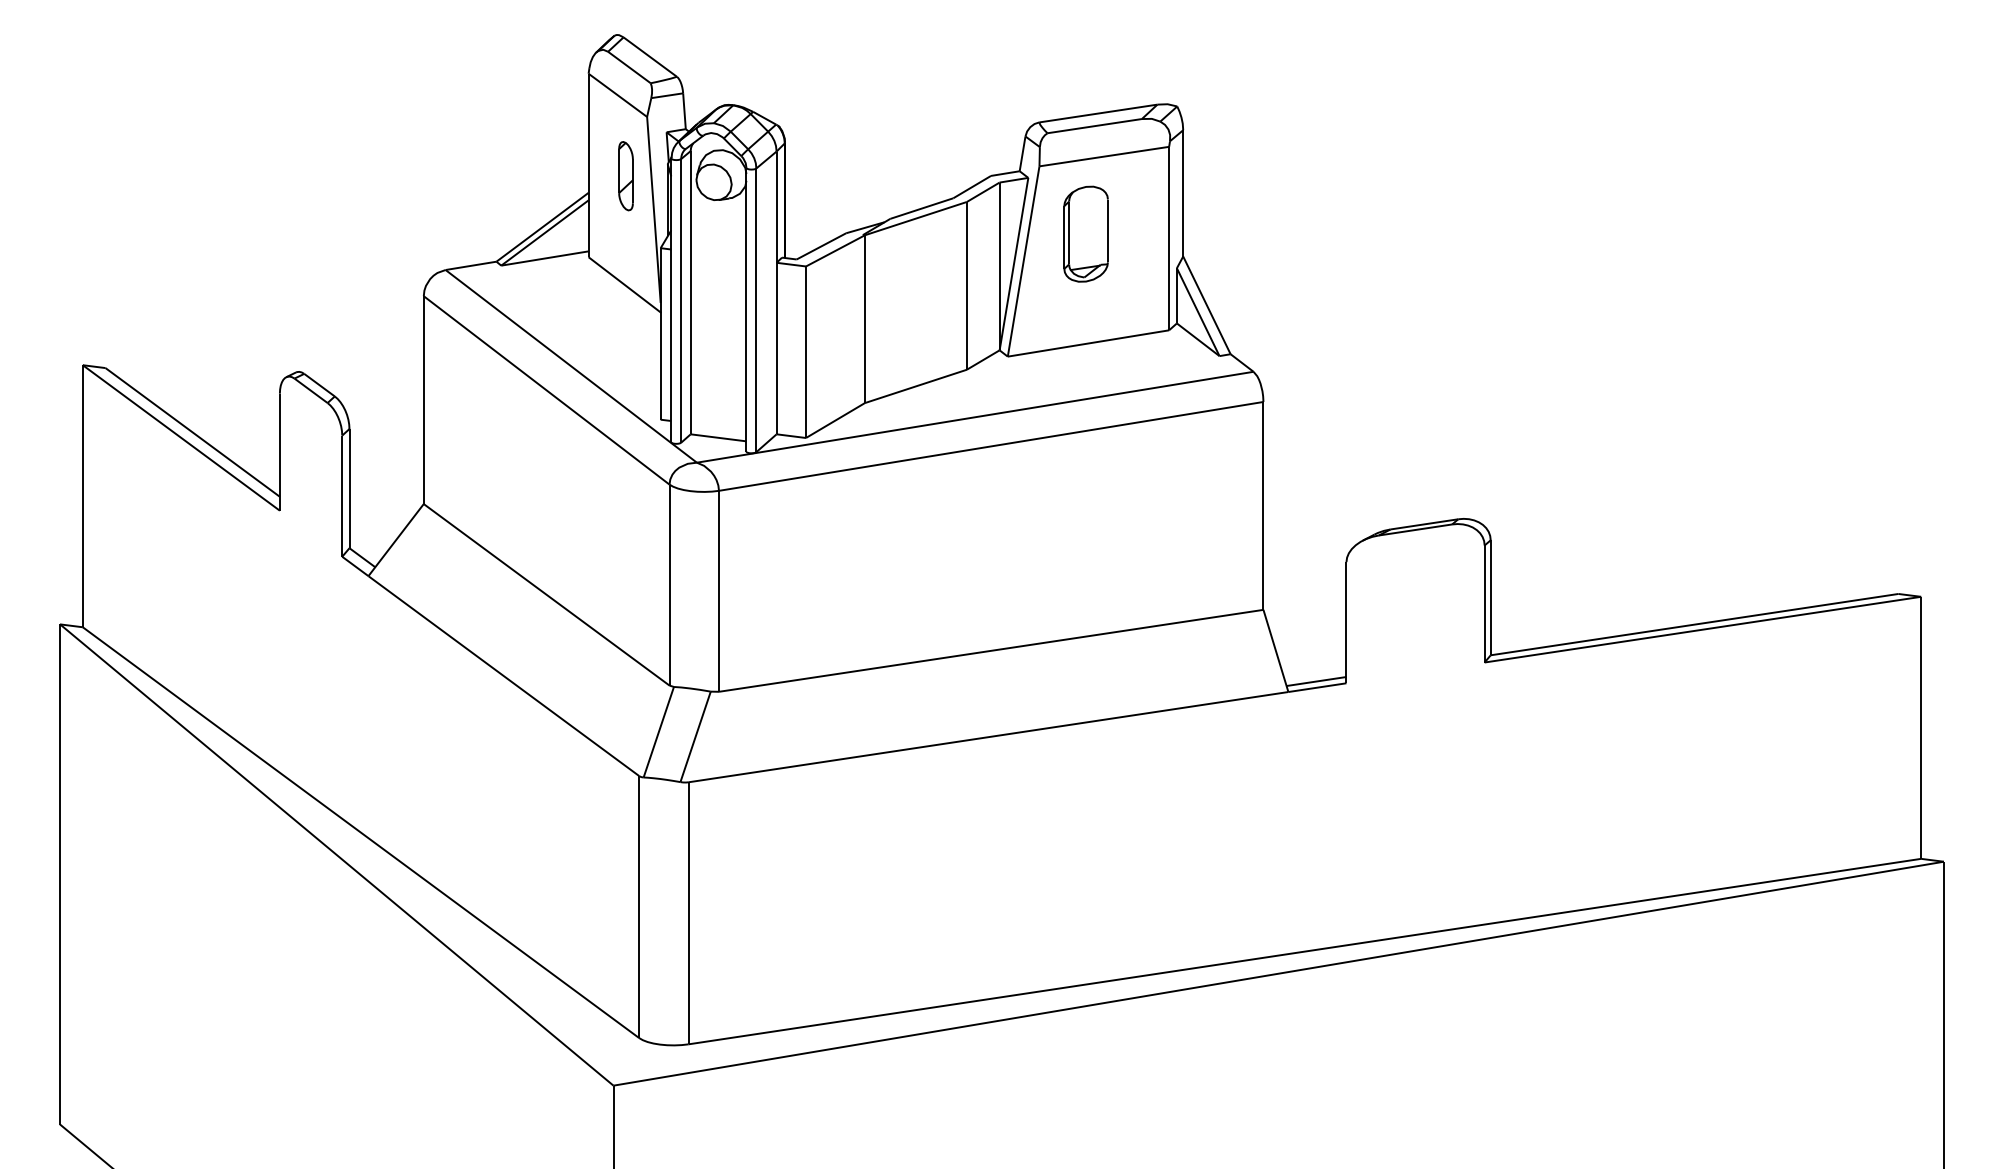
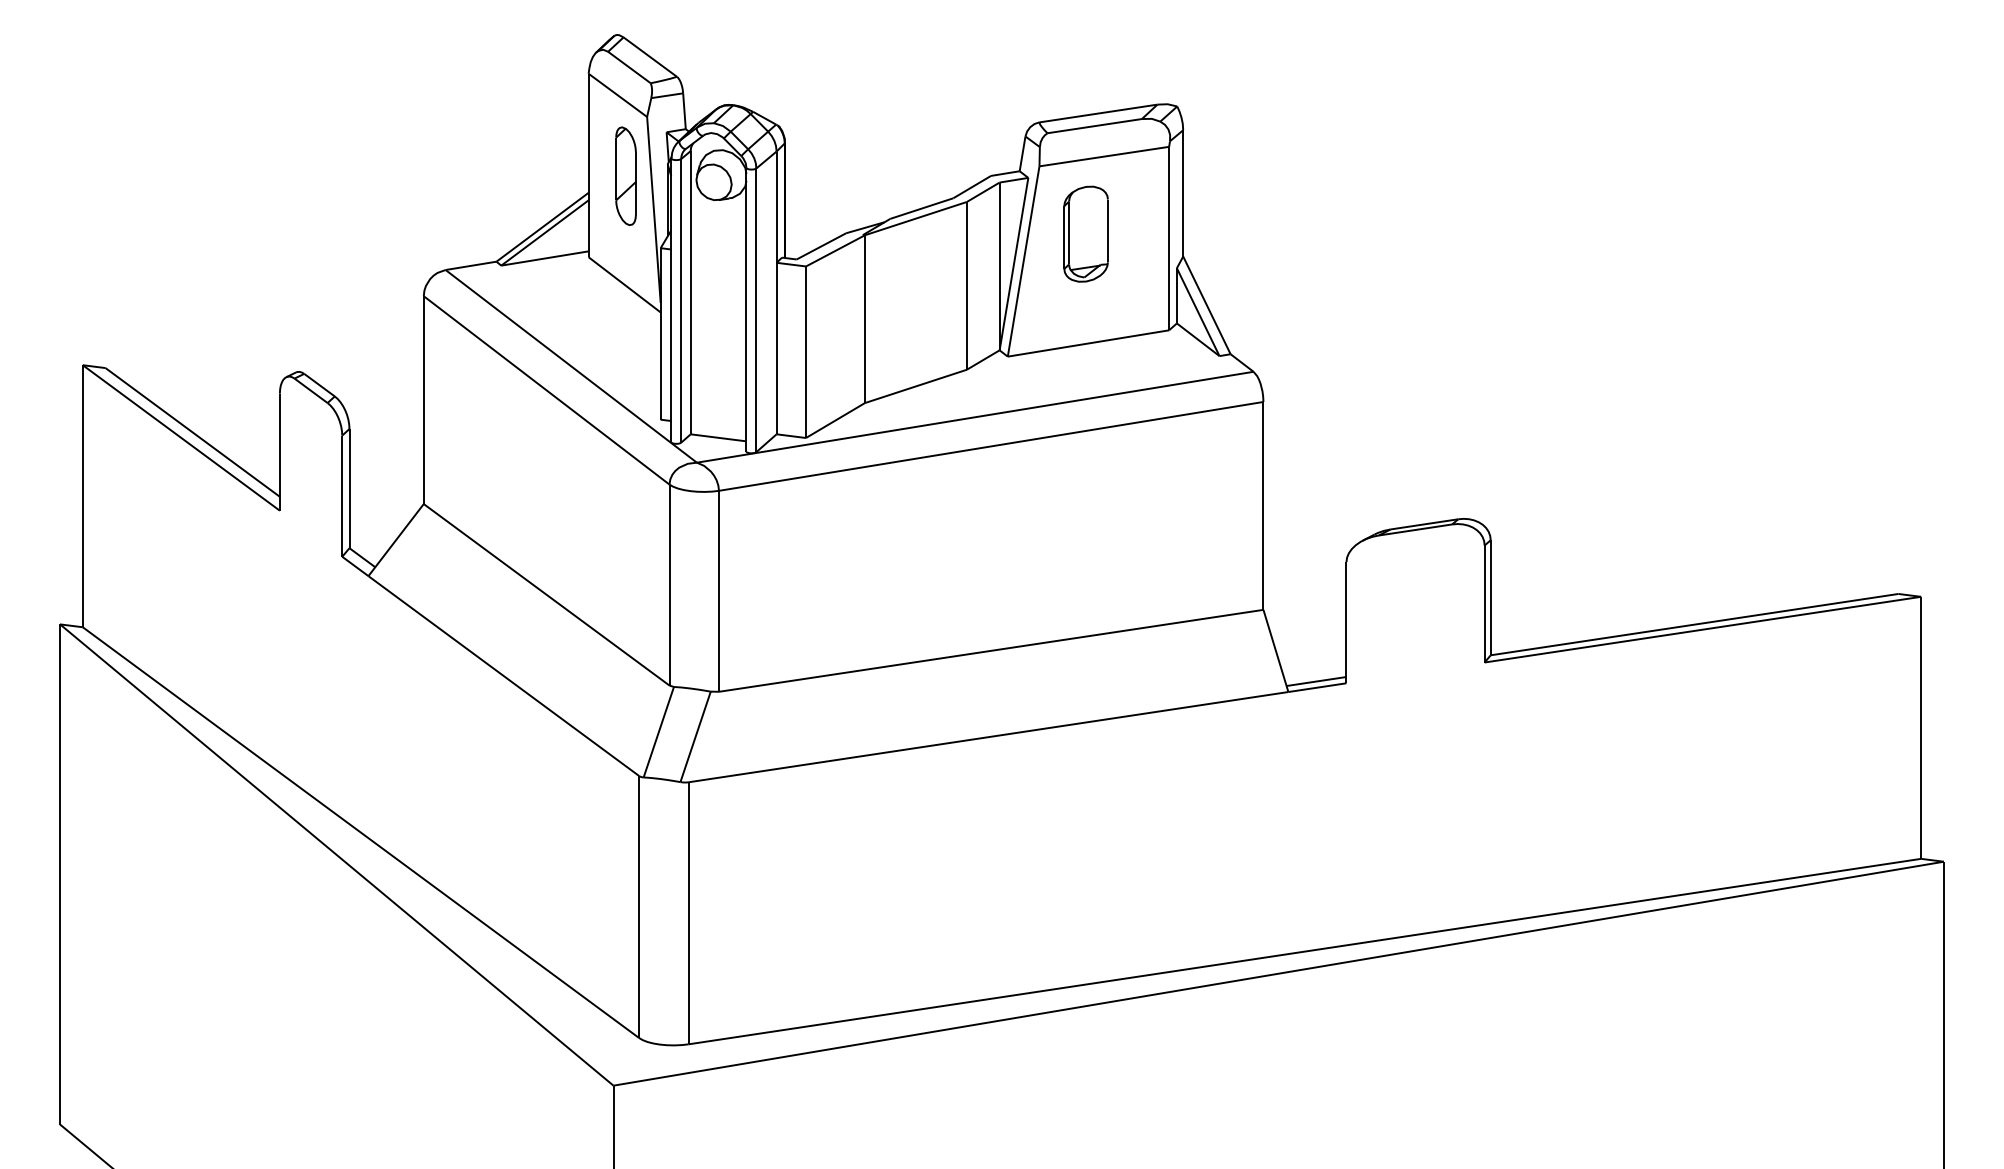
part at (625, 176) size: 16x71 px -> 22x100 px
